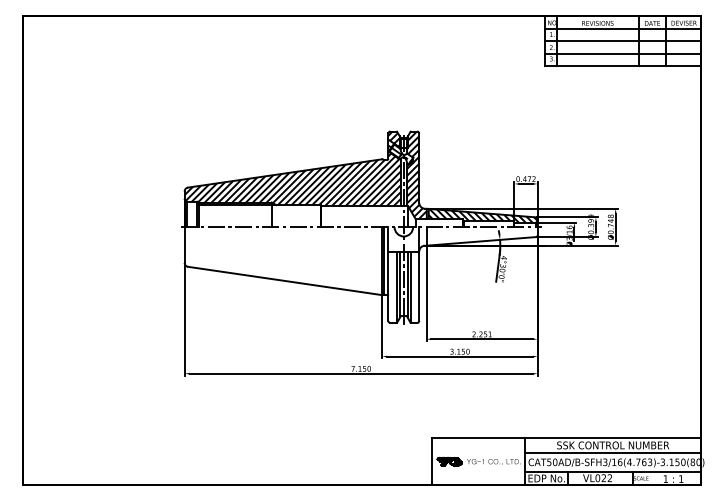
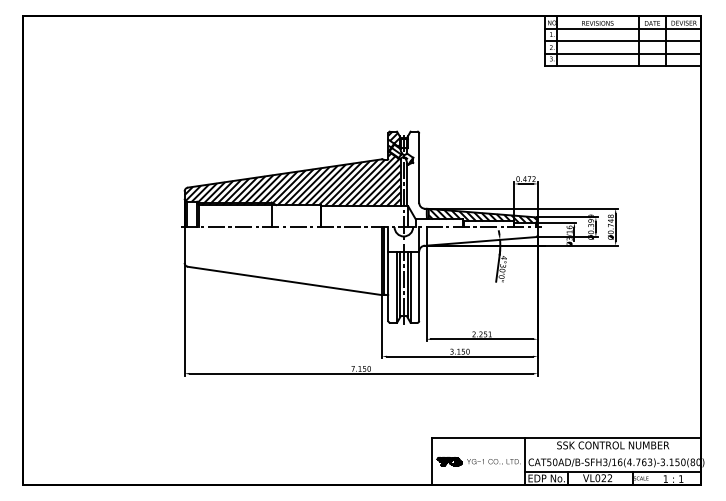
hatch at (416, 175): present -> none
line at (613, 452): present -> none
